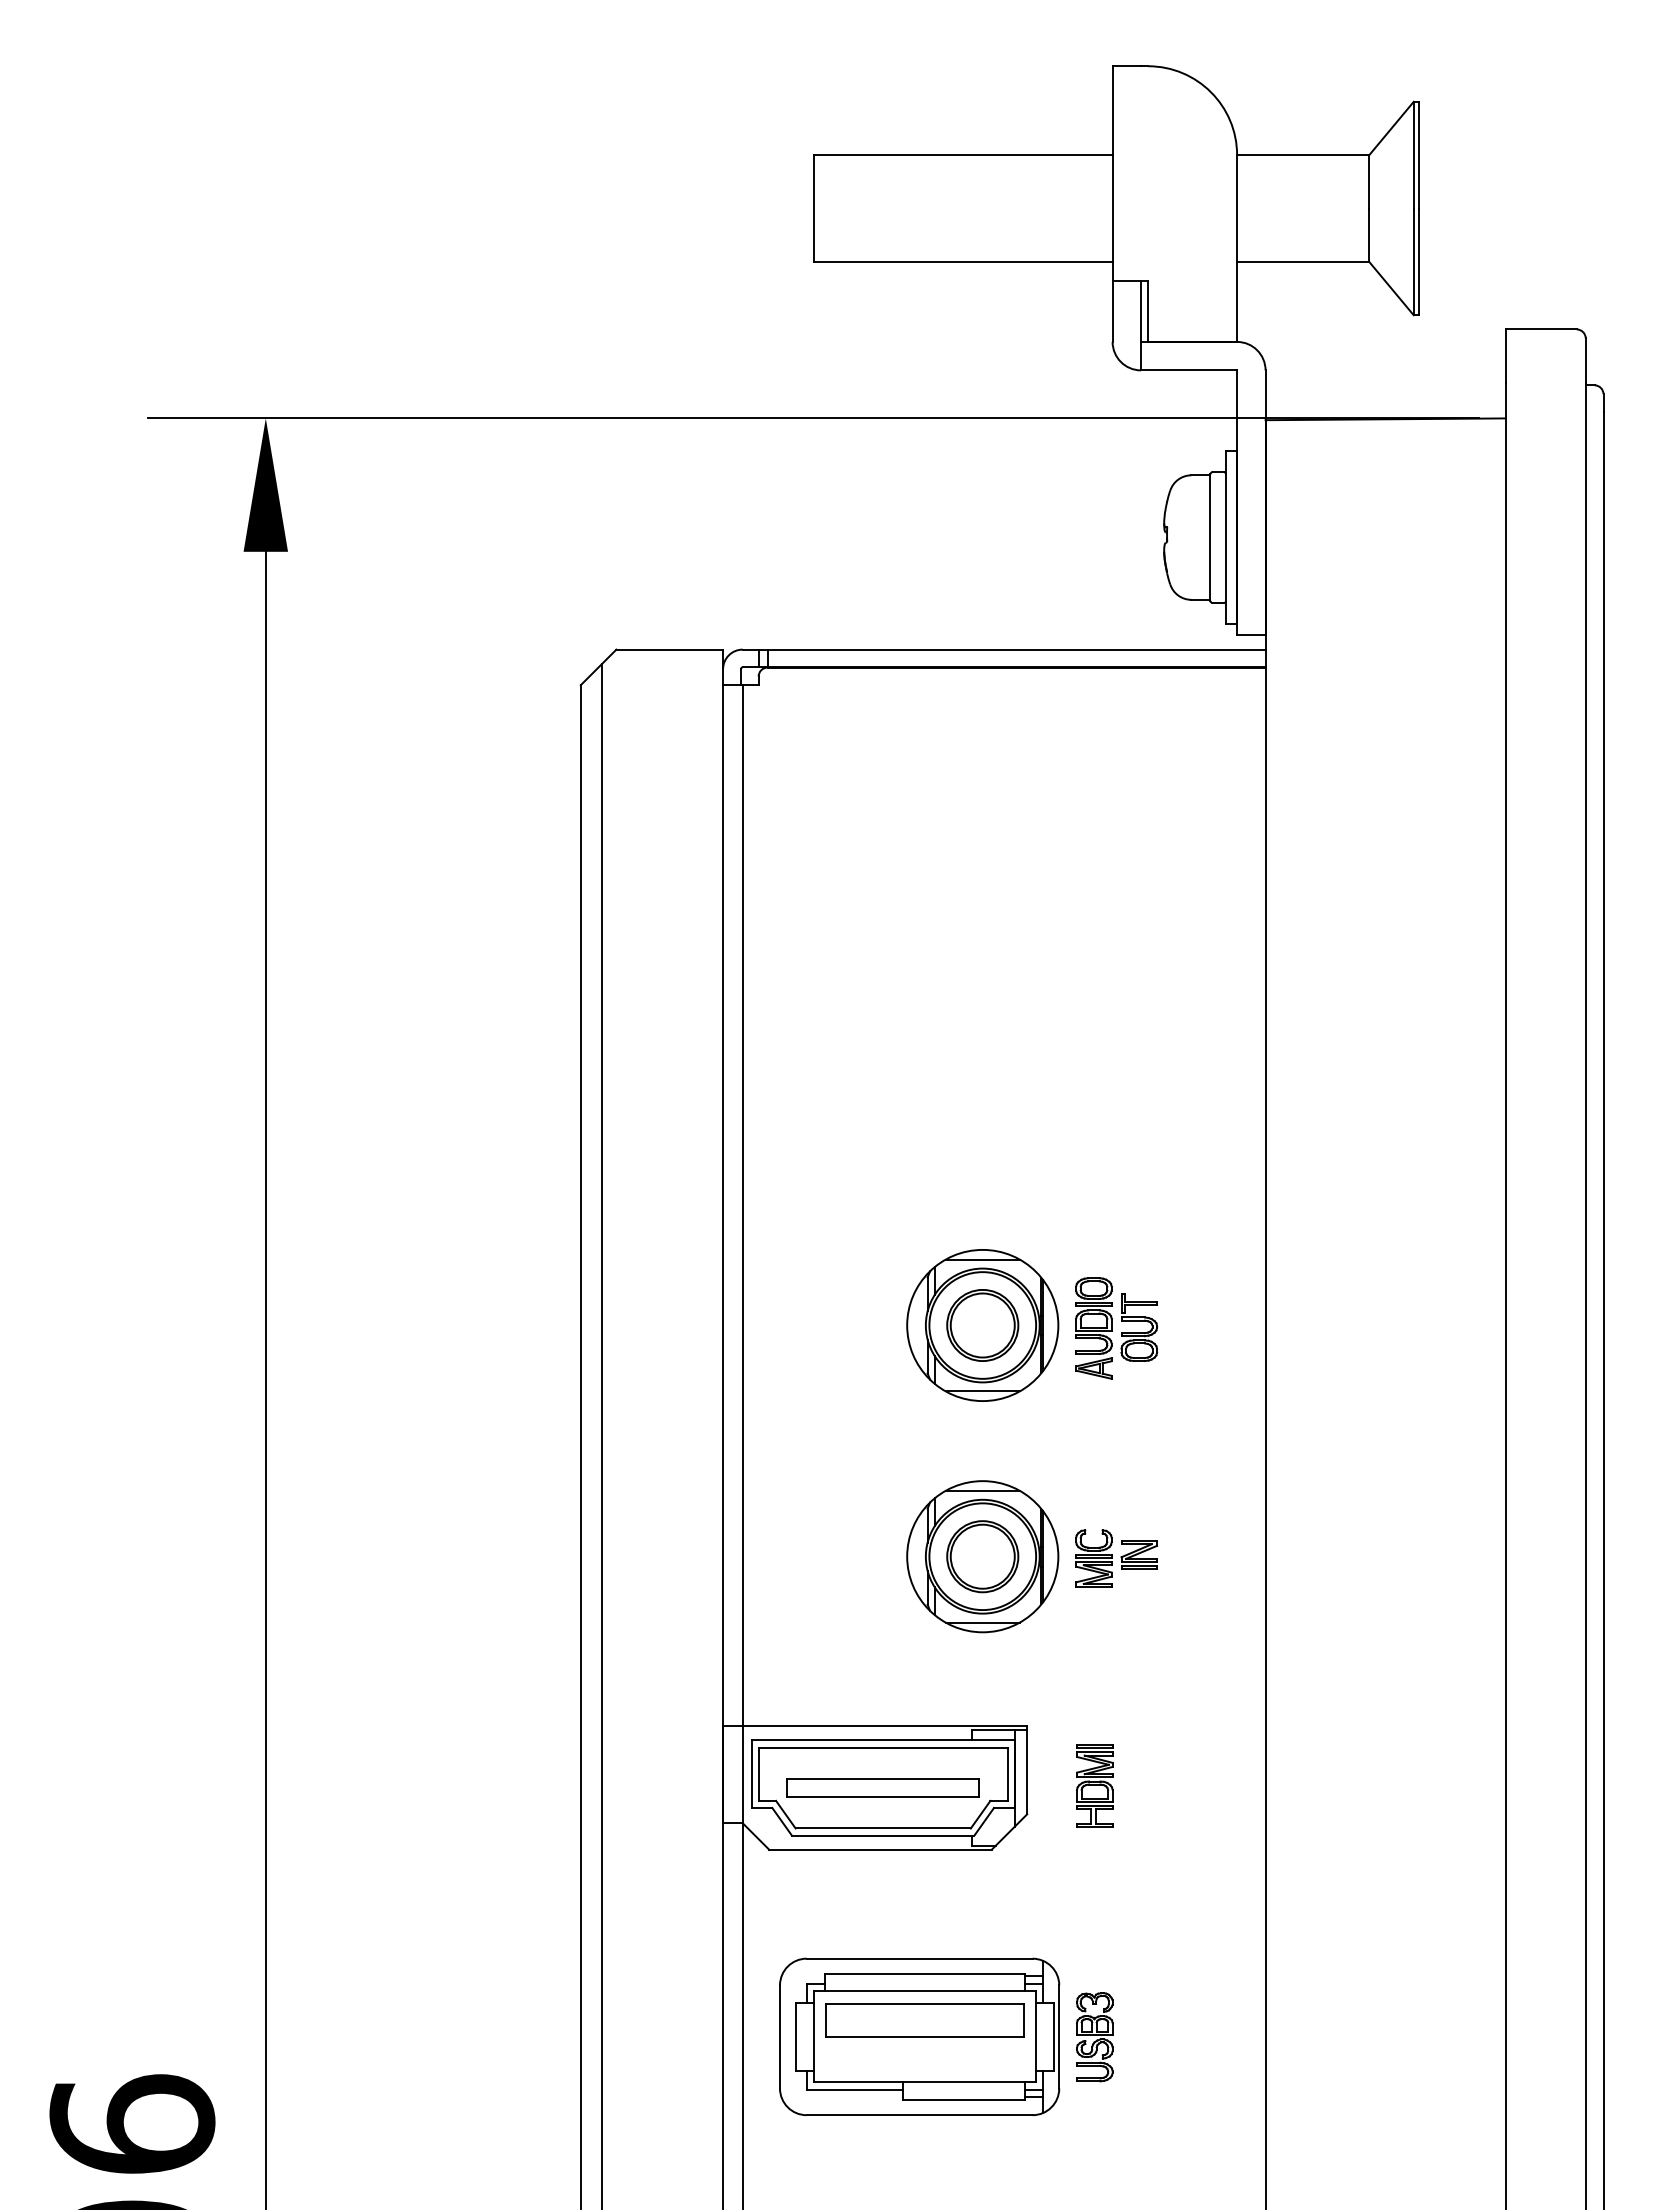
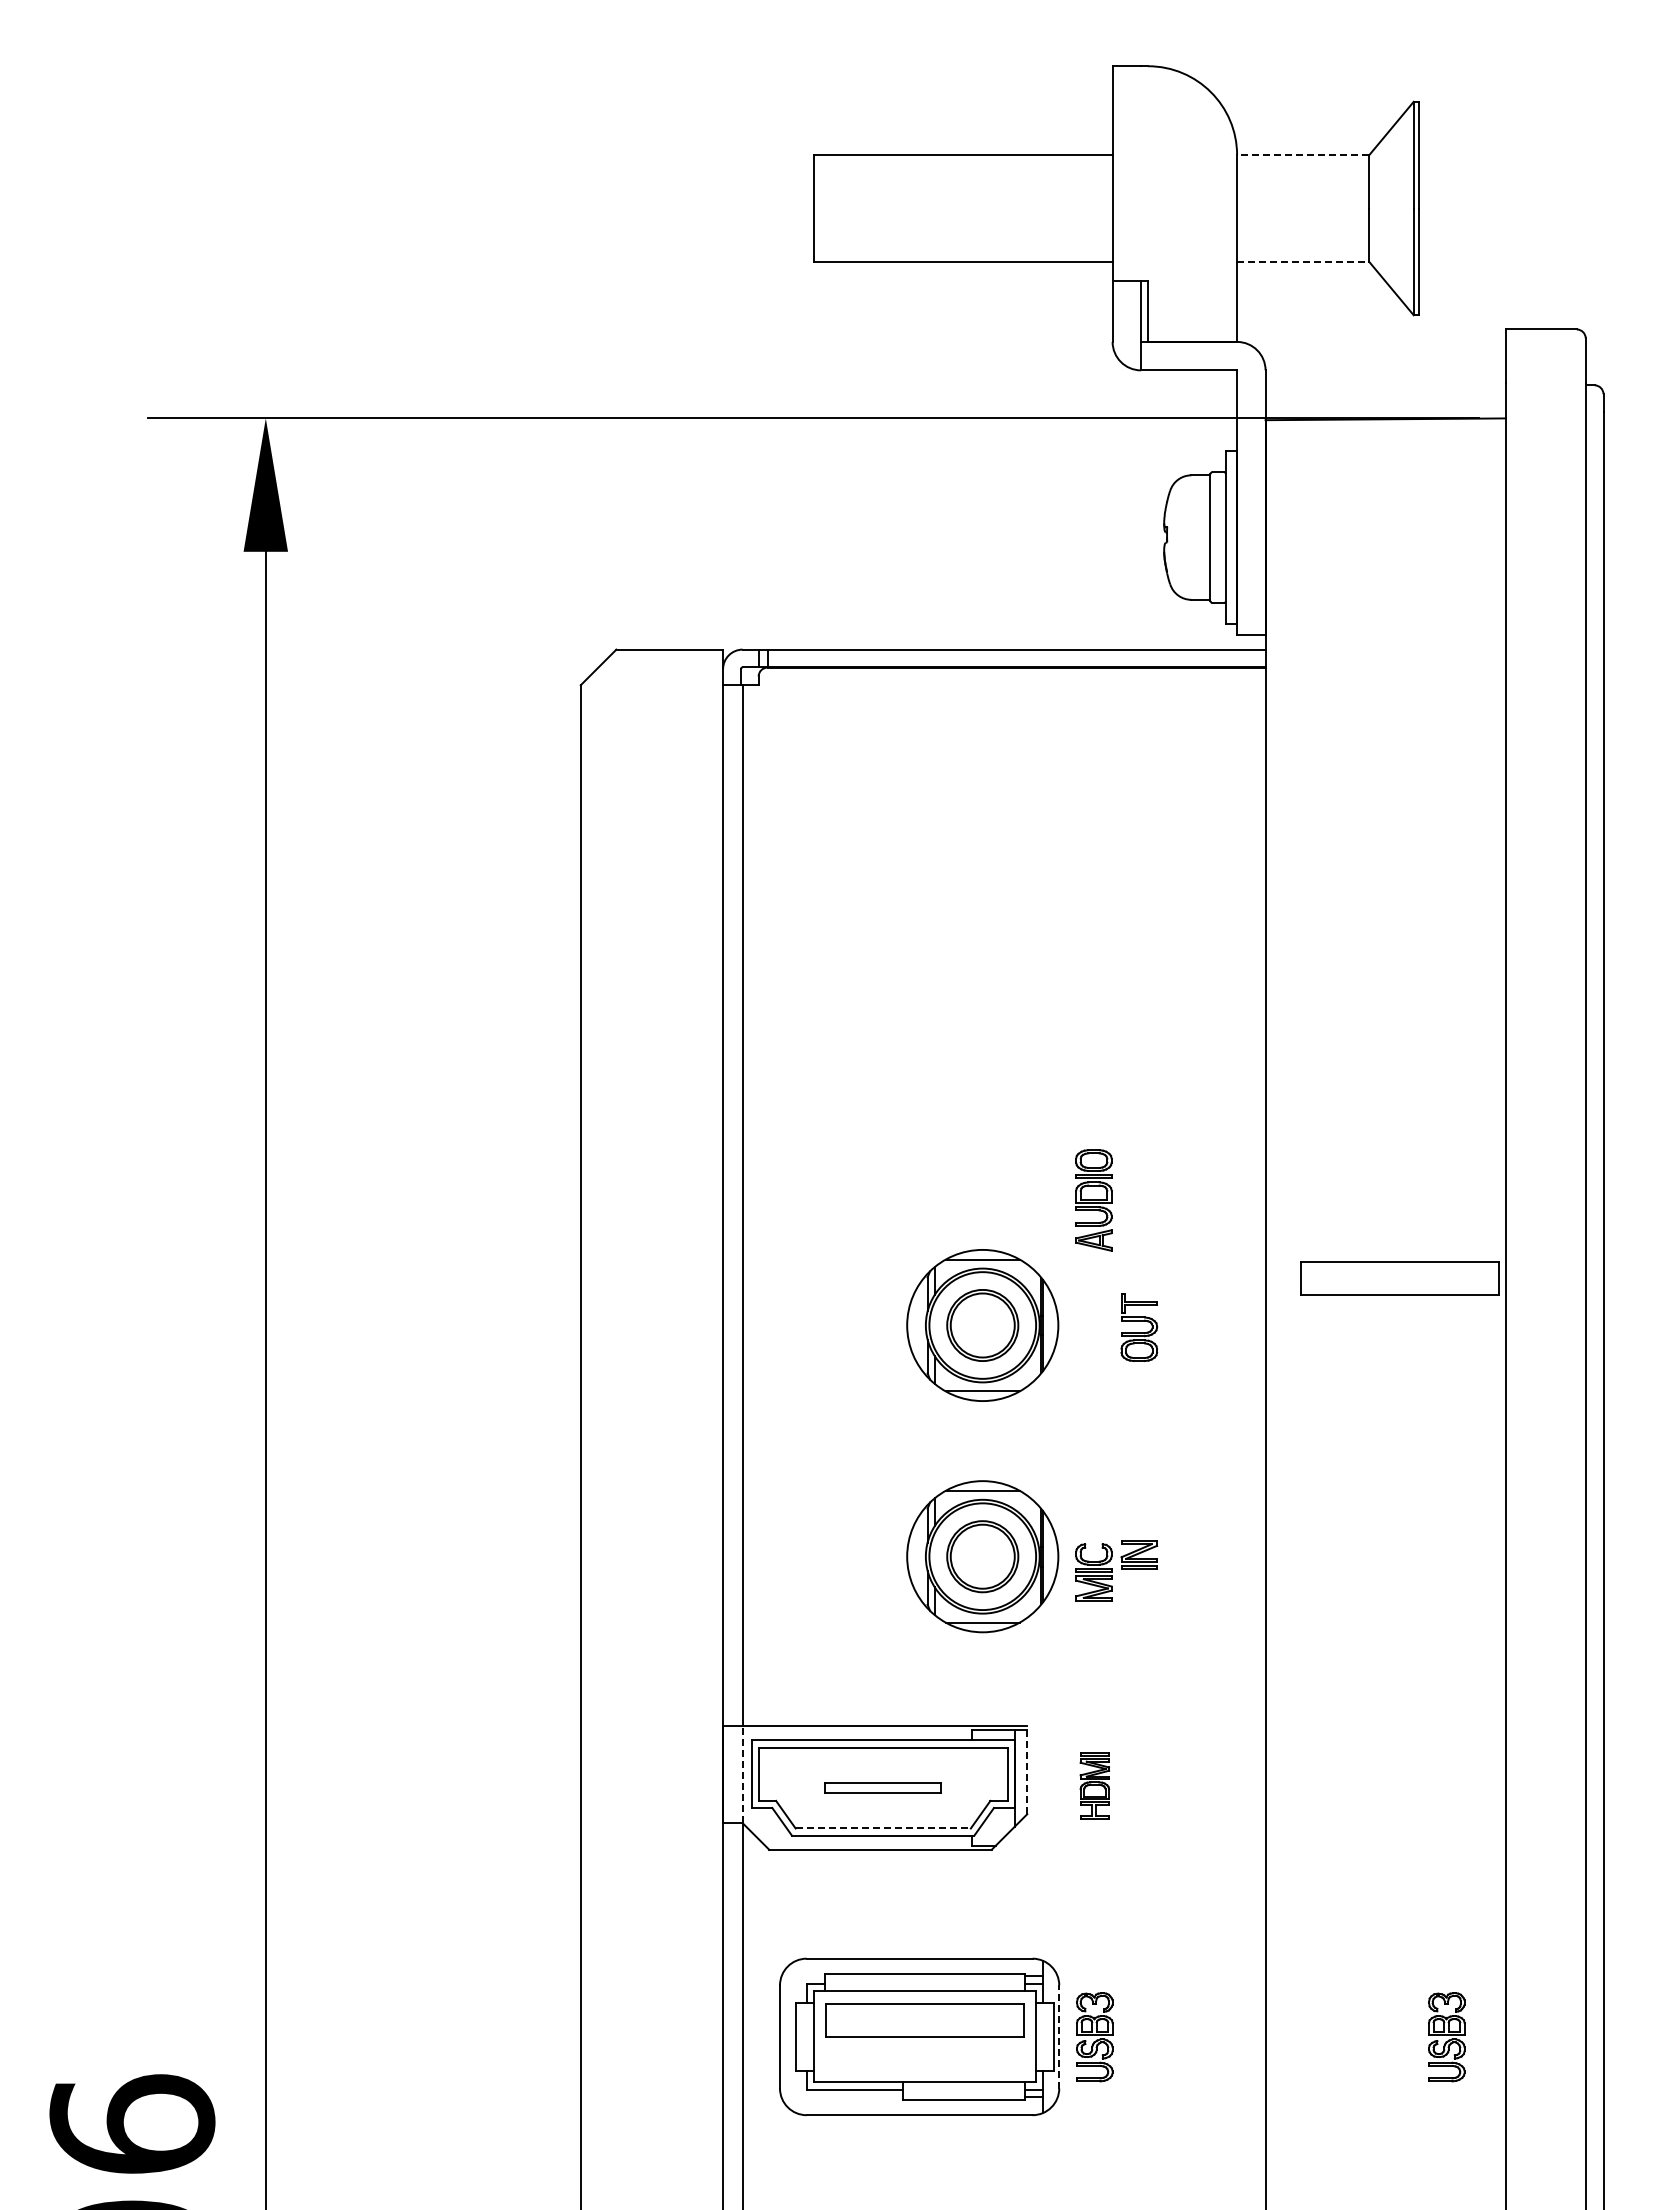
line at (1302, 155): solid -> dashed
line at (1303, 261): solid -> dashed
part at (1399, 1278): none -> present
part at (1093, 1328) position: (1093, 1328) -> (1093, 1200)
line at (602, 1434): present -> none
part at (1093, 1558) position: (1093, 1558) -> (1093, 1572)
line at (1027, 1769): solid -> dashed
line at (742, 1774): solid -> dashed
part at (1094, 1785) size: 38x84 px -> 32x68 px
part at (882, 1787) size: 194x20 px -> 118x12 px
line at (883, 1828): solid -> dashed
line at (1059, 2036): solid -> dashed
part at (1446, 2037): none -> present
